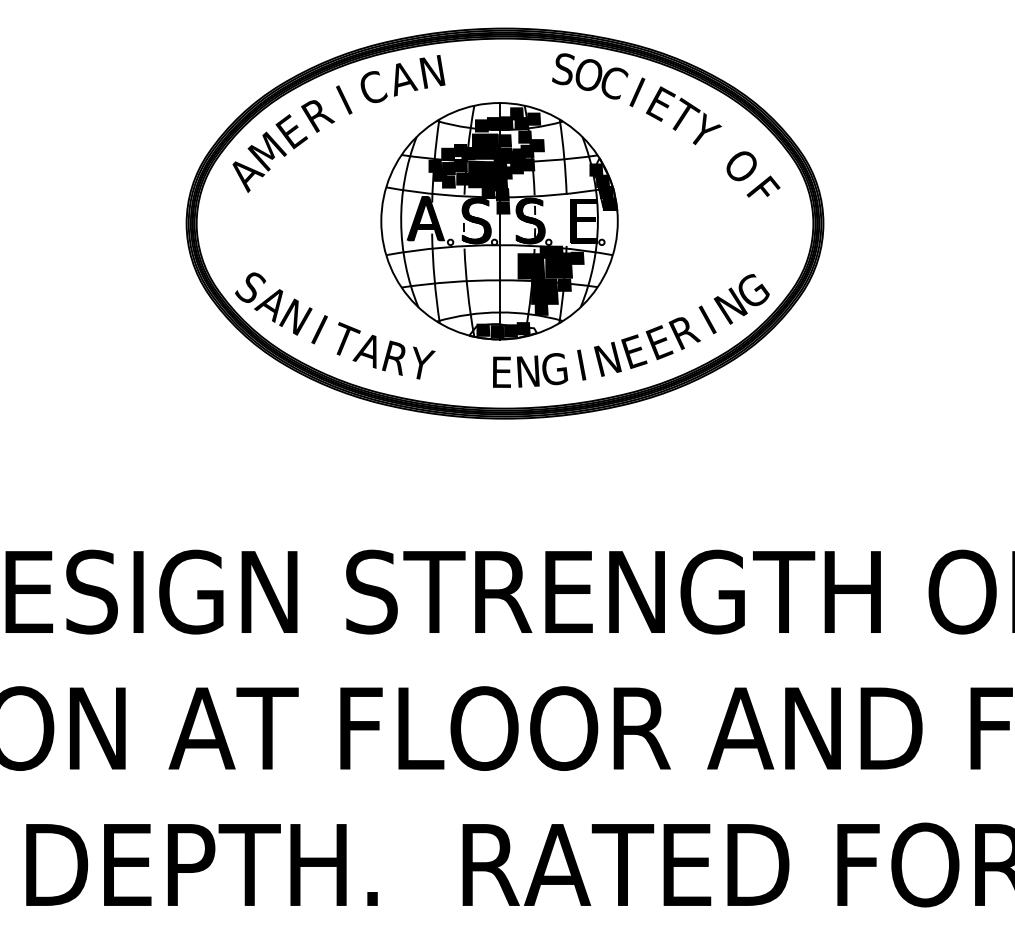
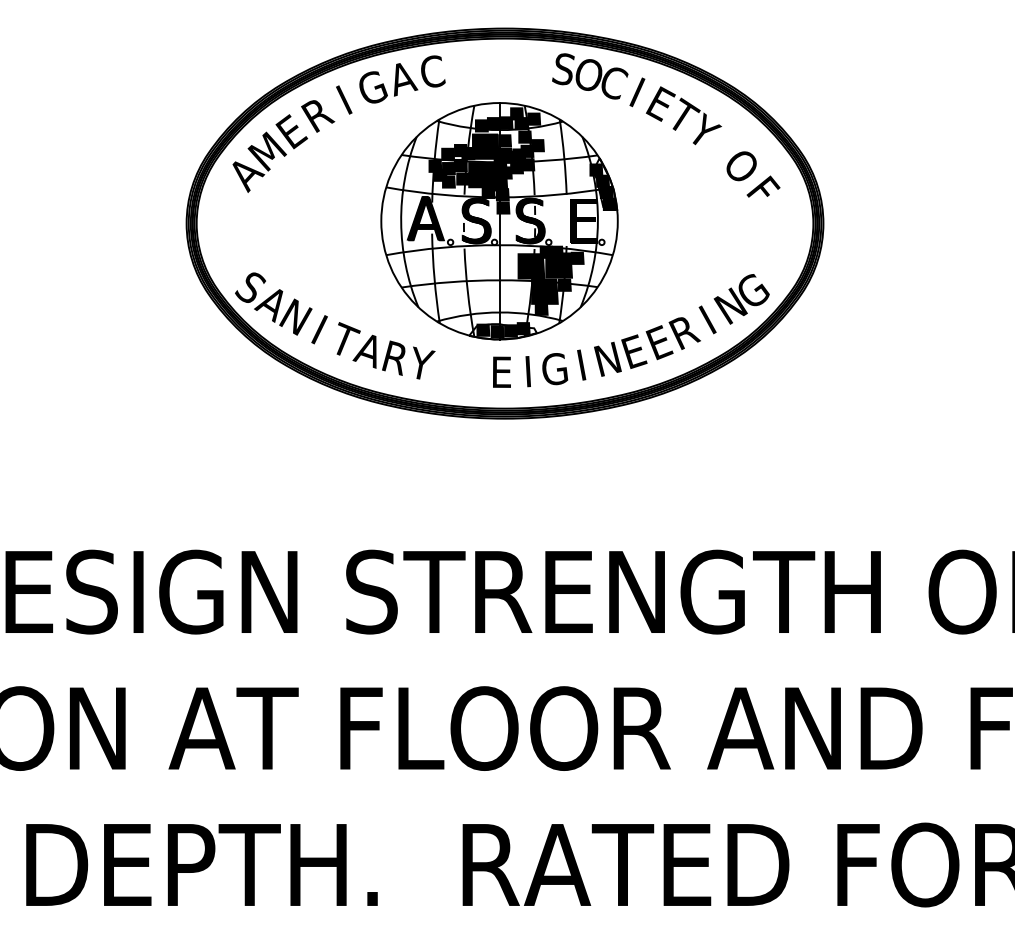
text at (432, 71): N -> C
text at (373, 87): C -> G
text at (527, 371): N -> I
